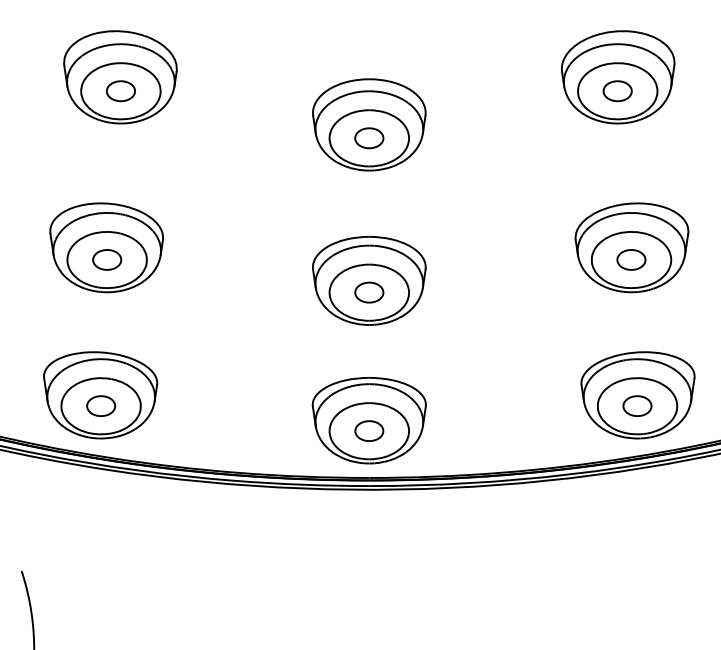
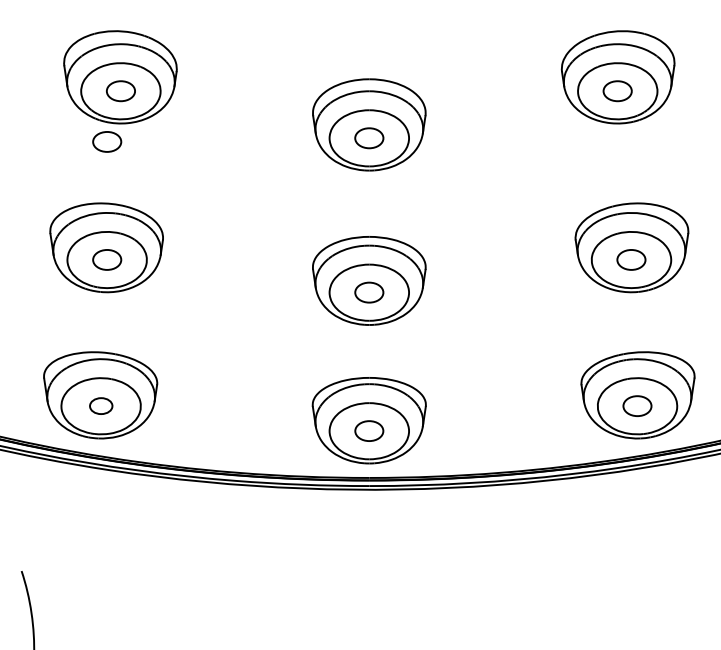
part at (107, 141): none -> present
part at (101, 405) size: 31x22 px -> 25x18 px
